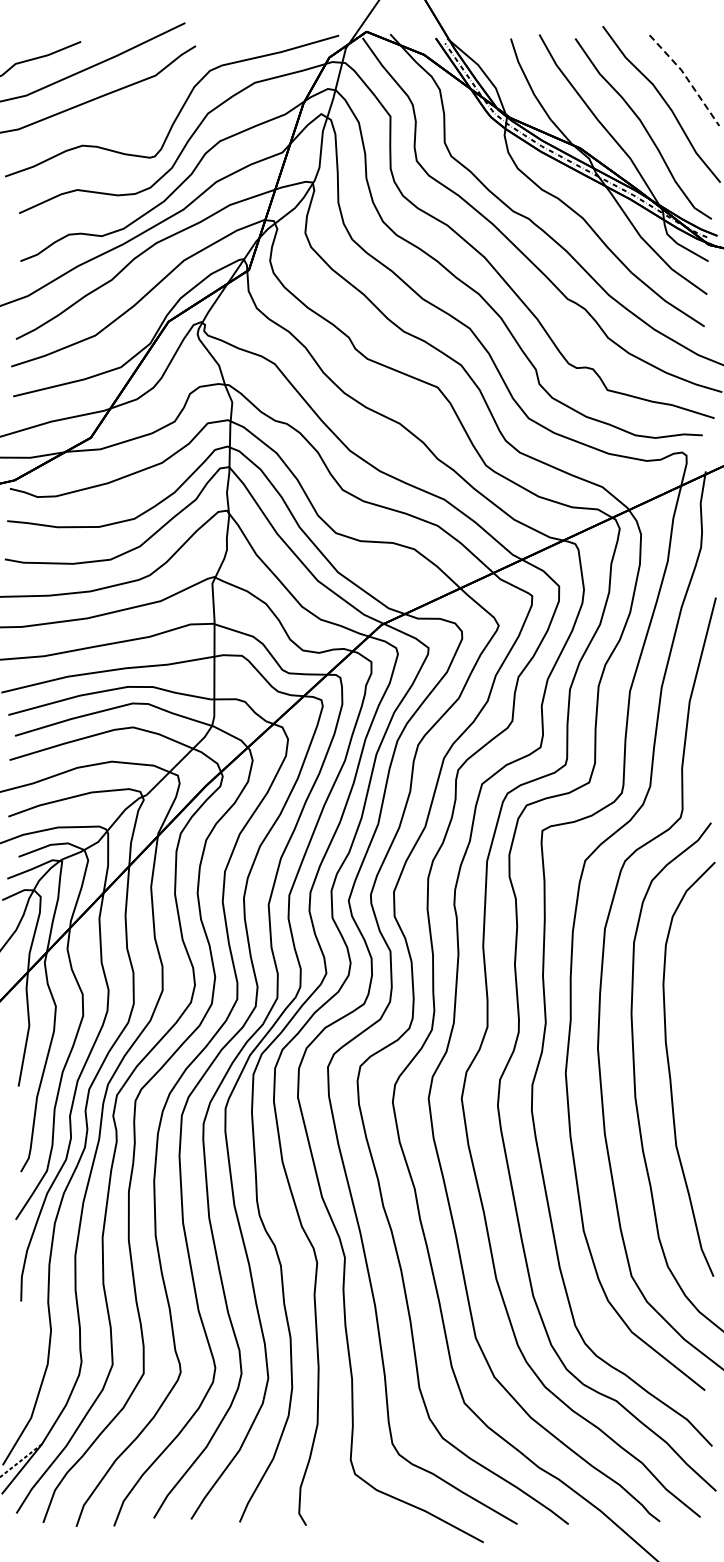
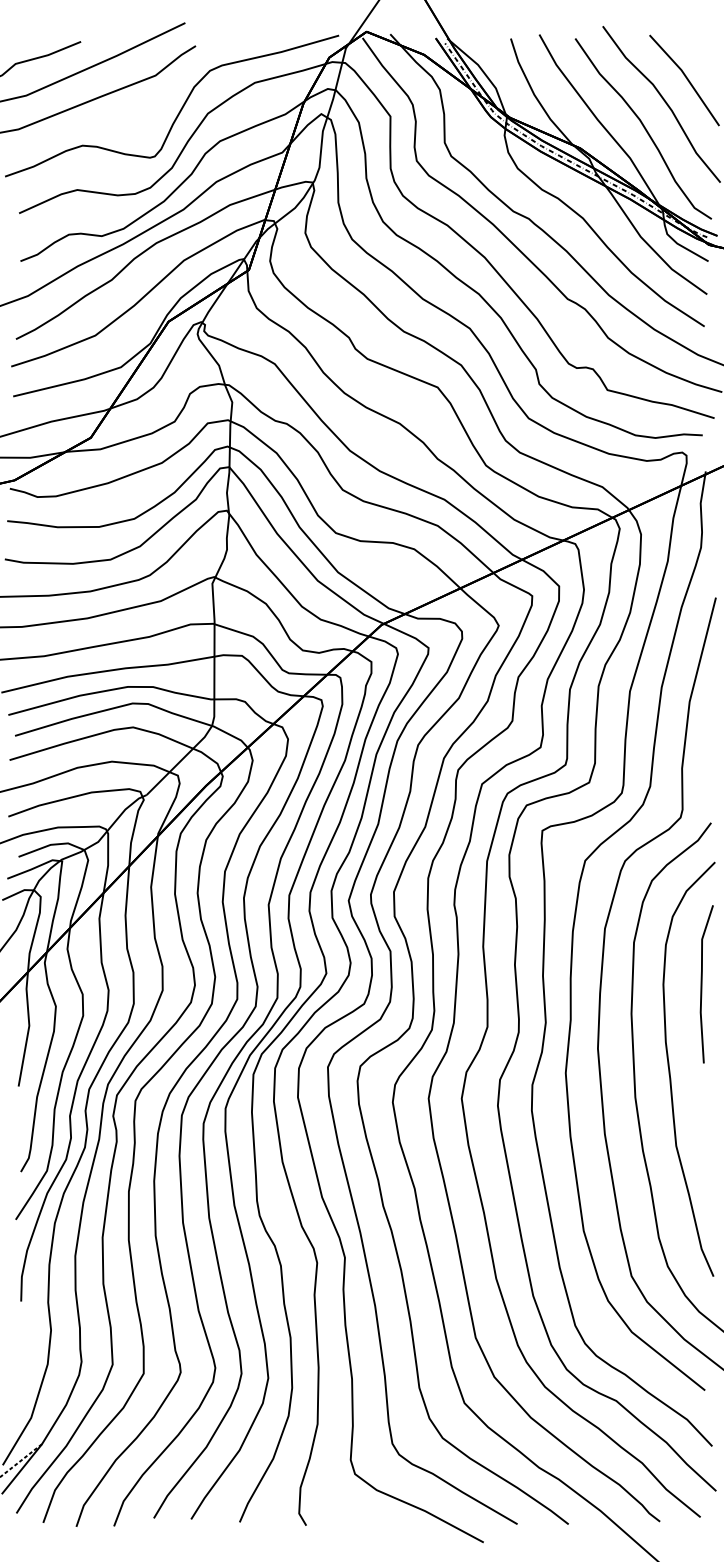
line at (687, 78): dashed -> solid
line at (702, 984): none -> present
